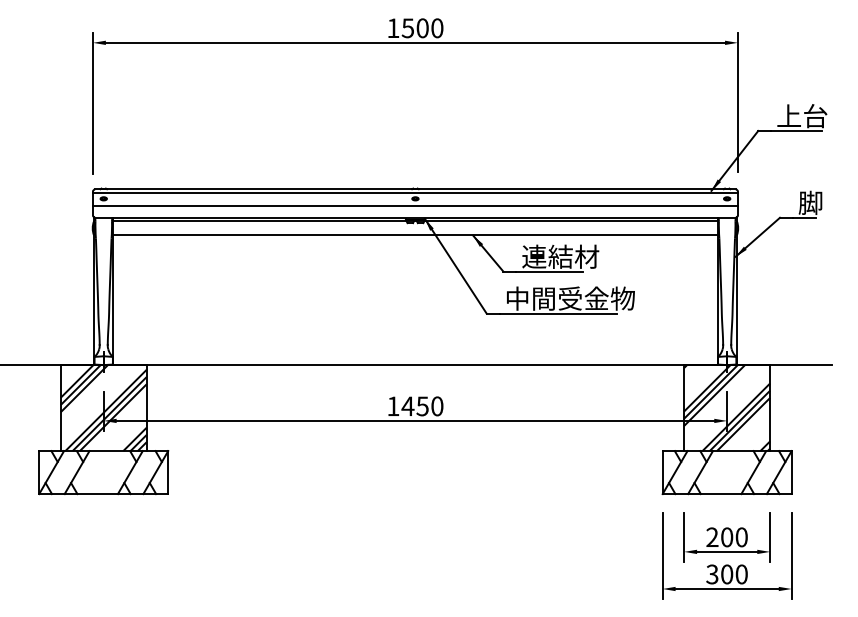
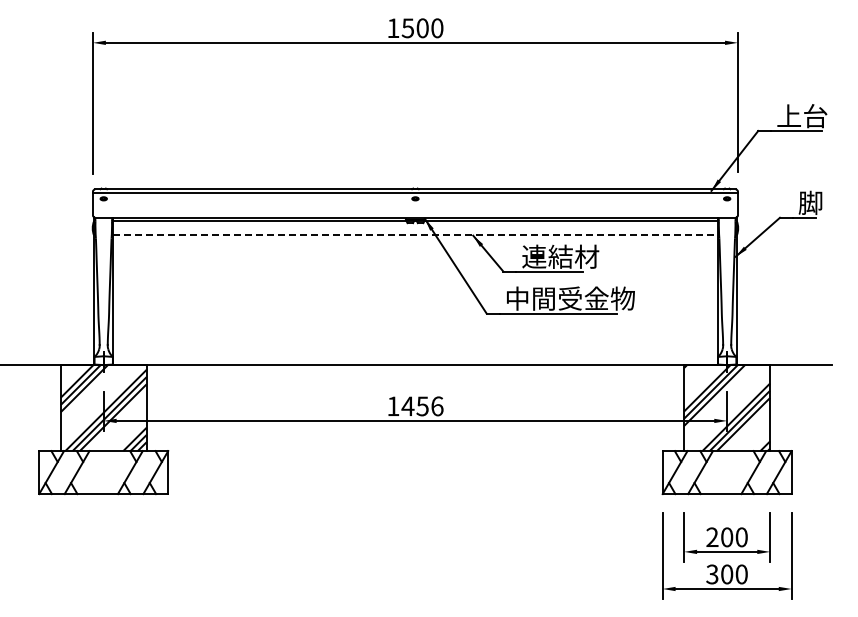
line at (414, 205): present -> none
line at (415, 235): solid -> dashed
text at (437, 406): 1450 -> 1456
